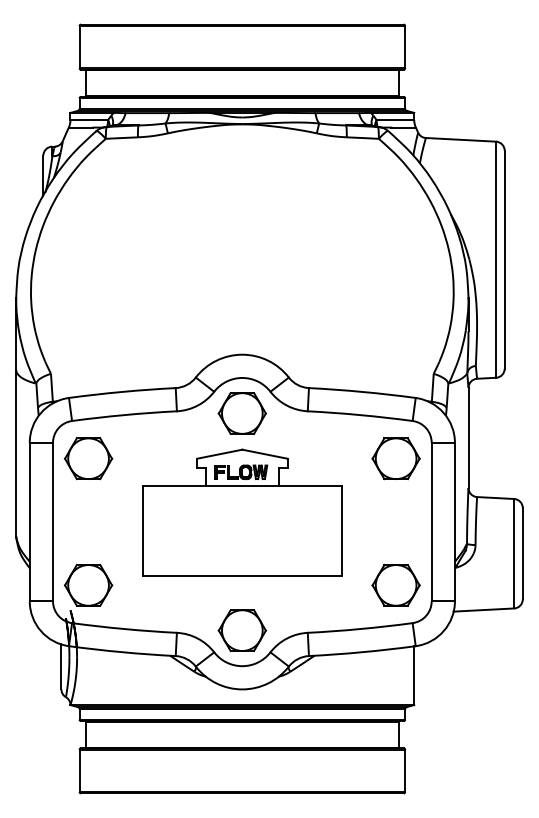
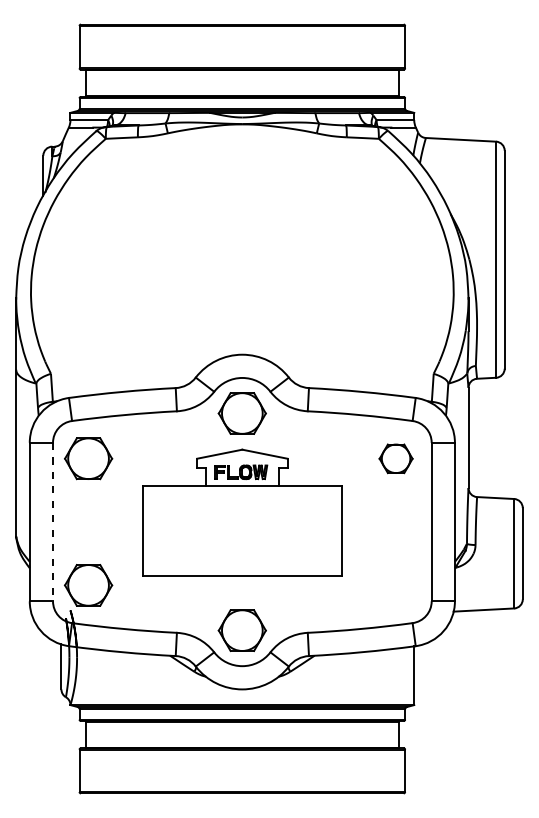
part at (395, 458) size: 50x44 px -> 36x32 px
line at (53, 522): solid -> dashed
part at (395, 585): present -> none
